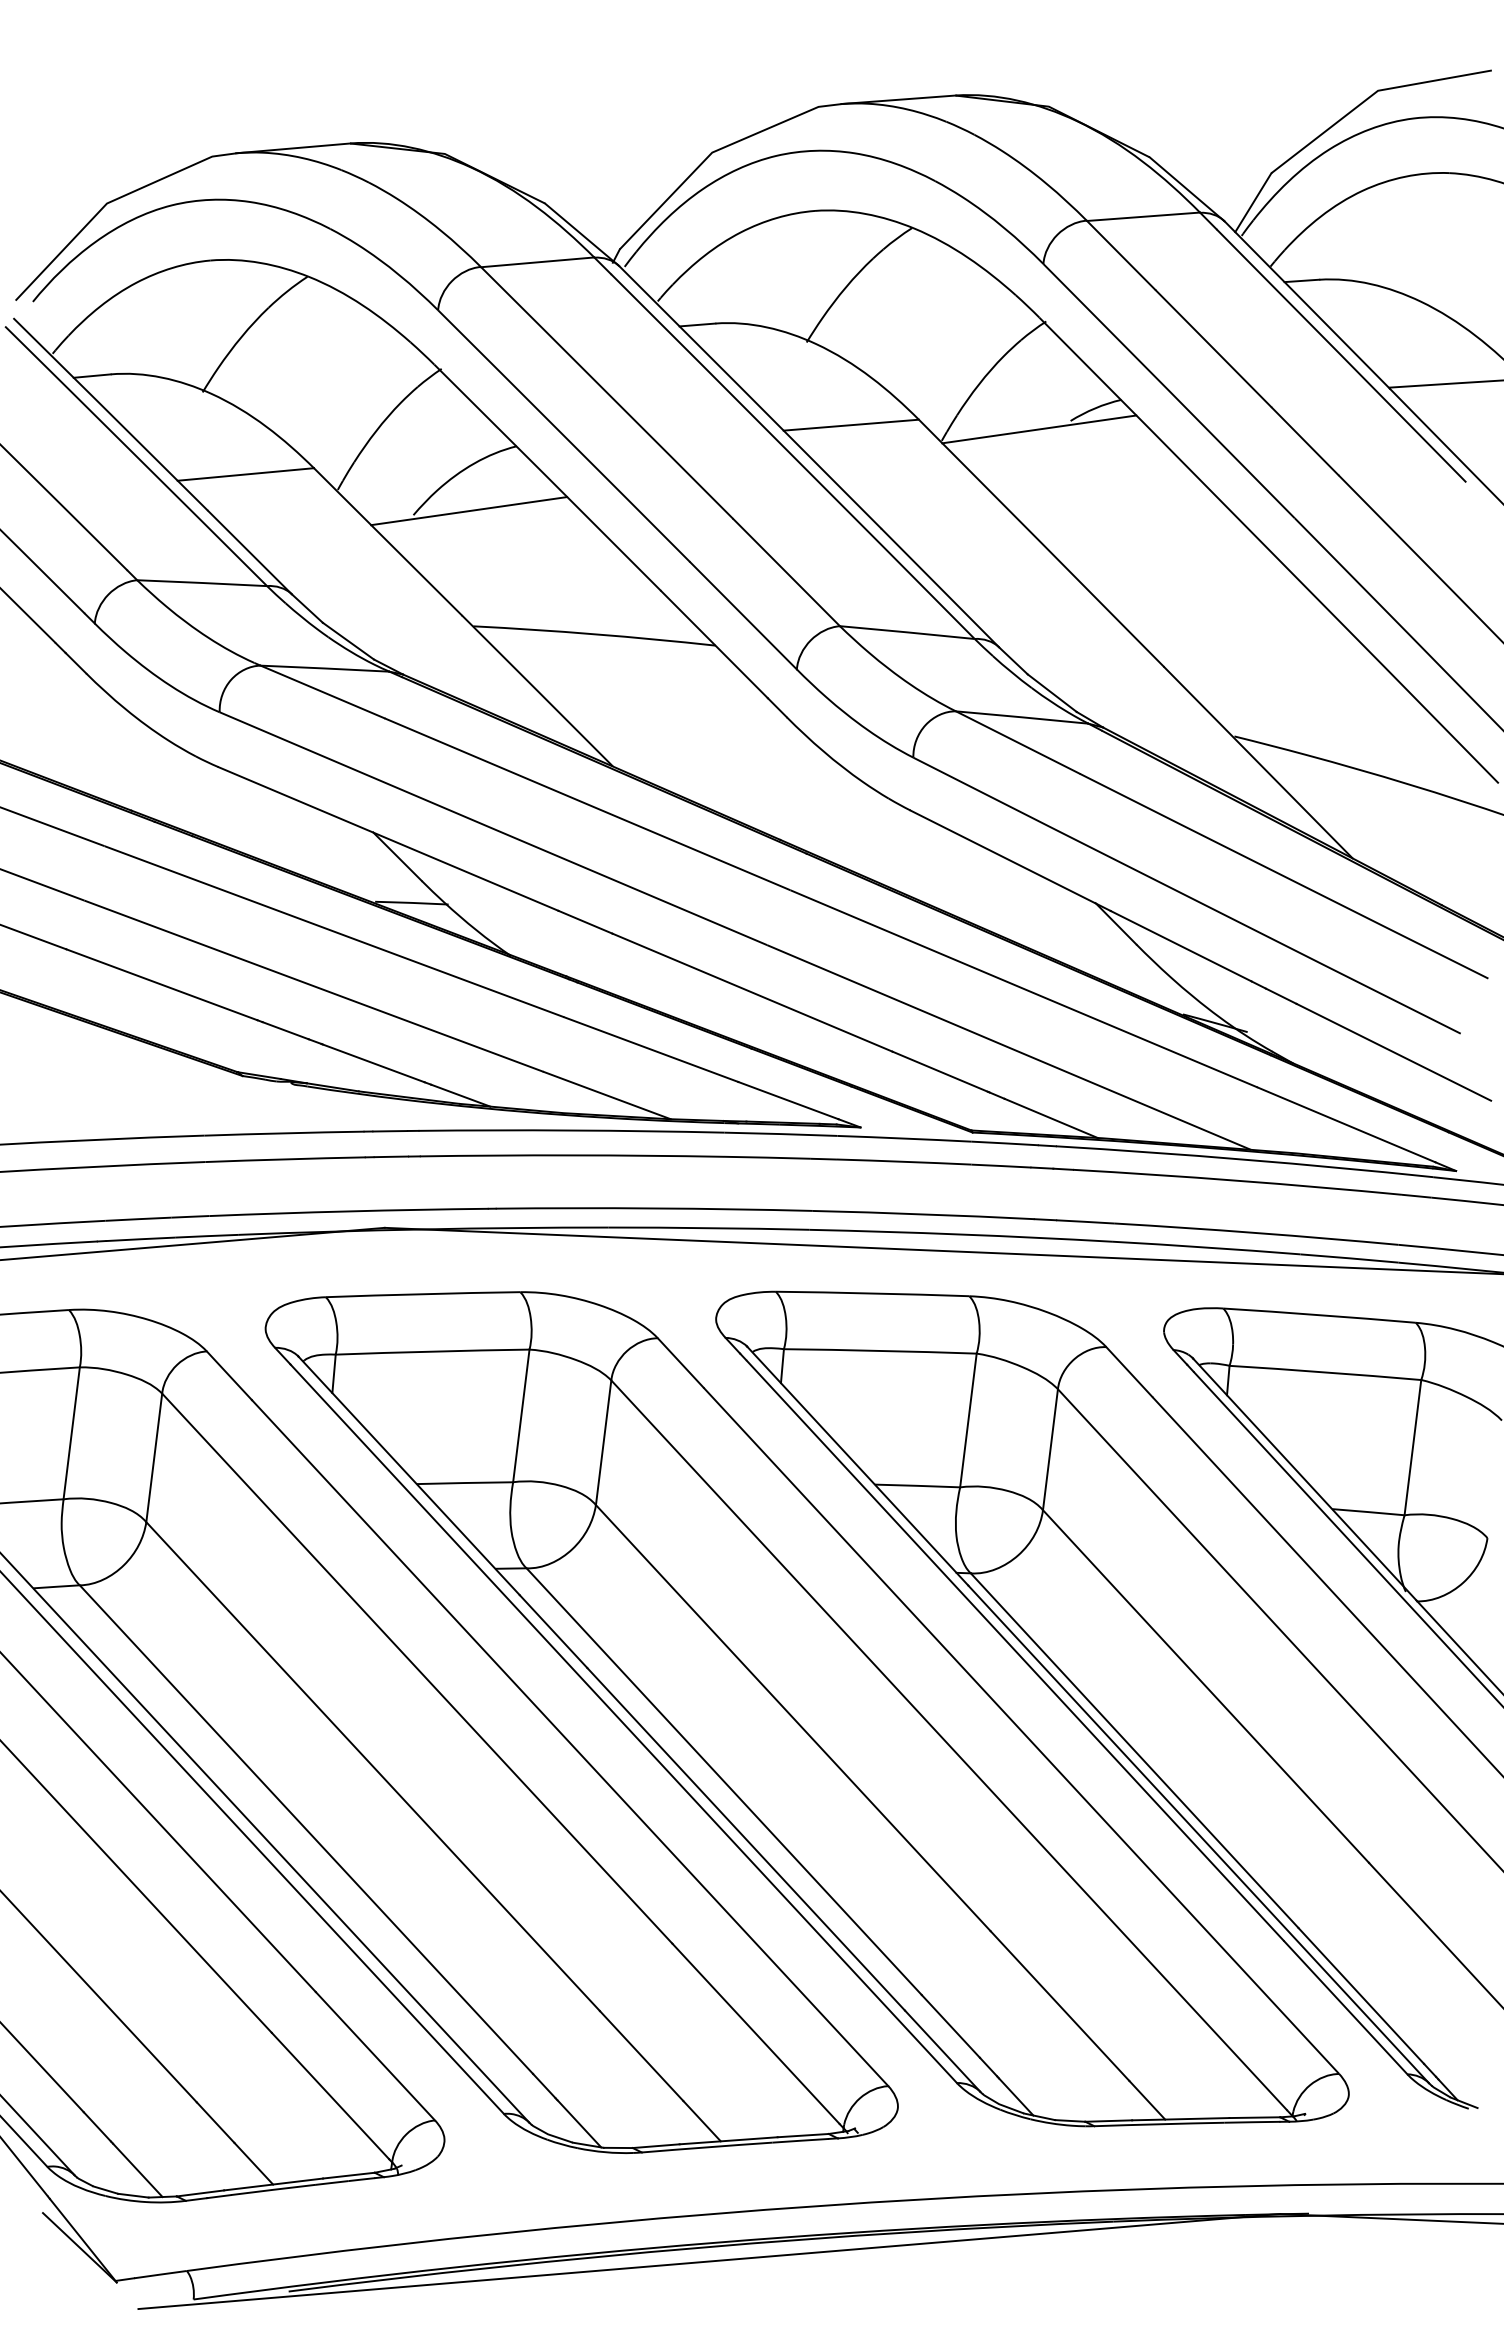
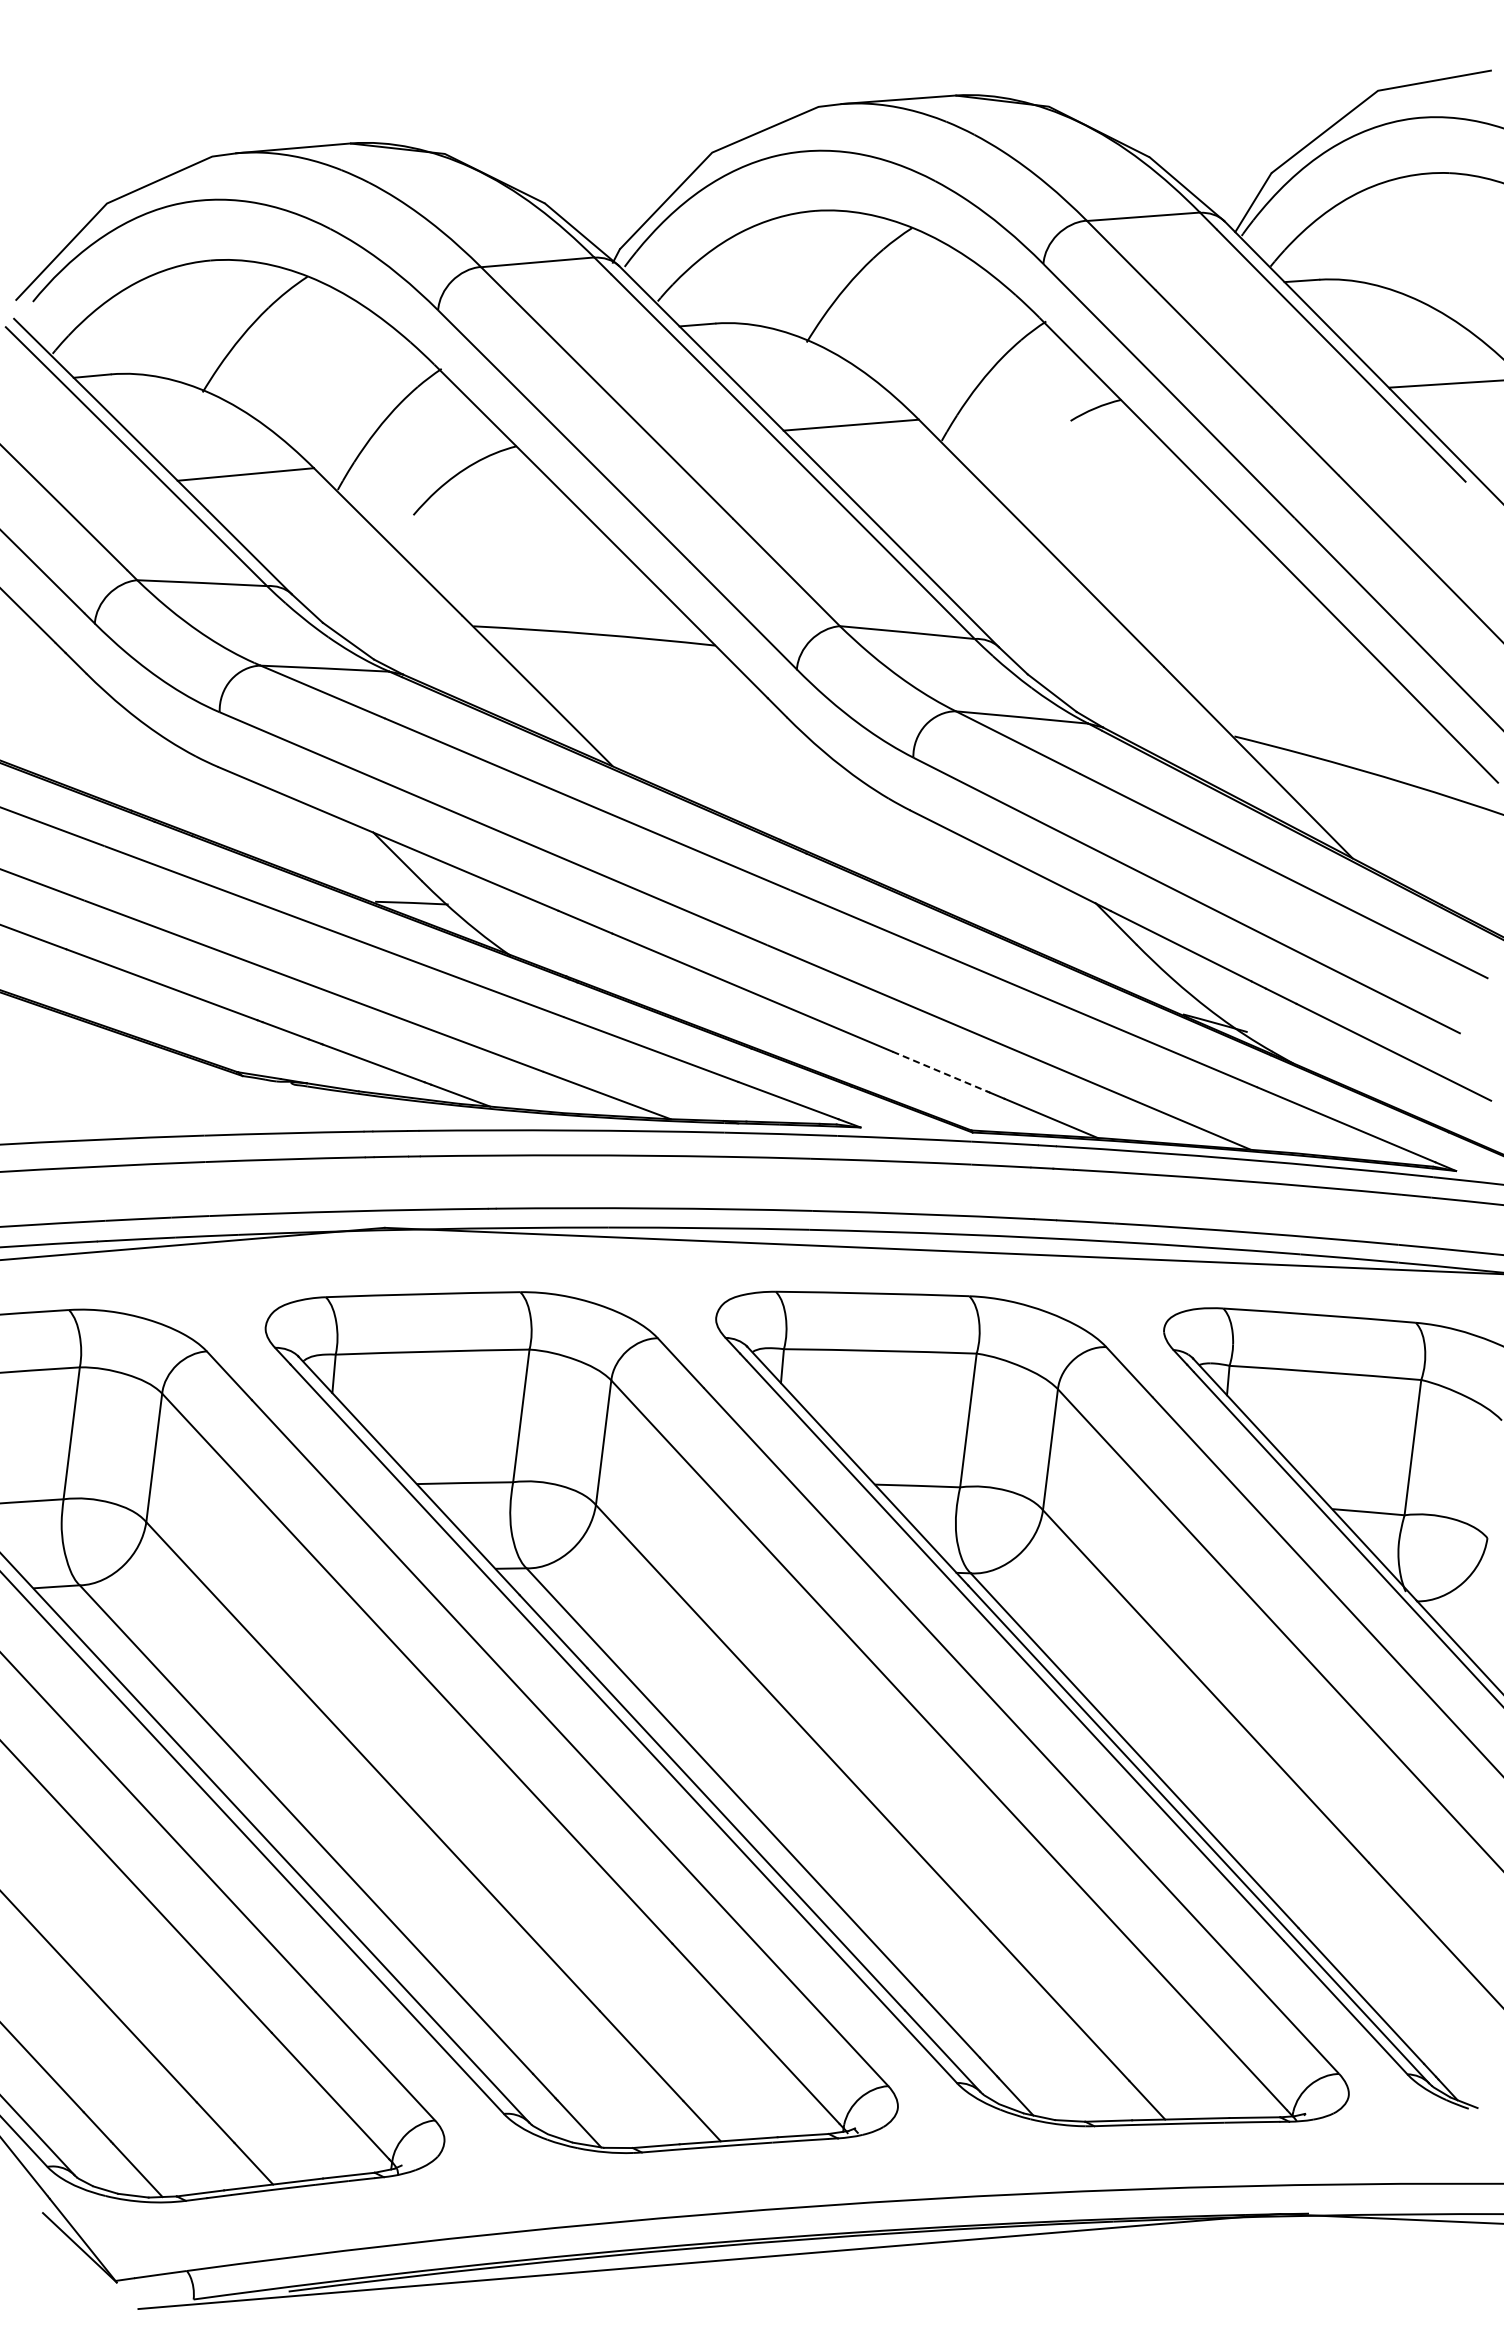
line at (1039, 429): present -> none
line at (469, 511): present -> none
line at (940, 1071): solid -> dashed
